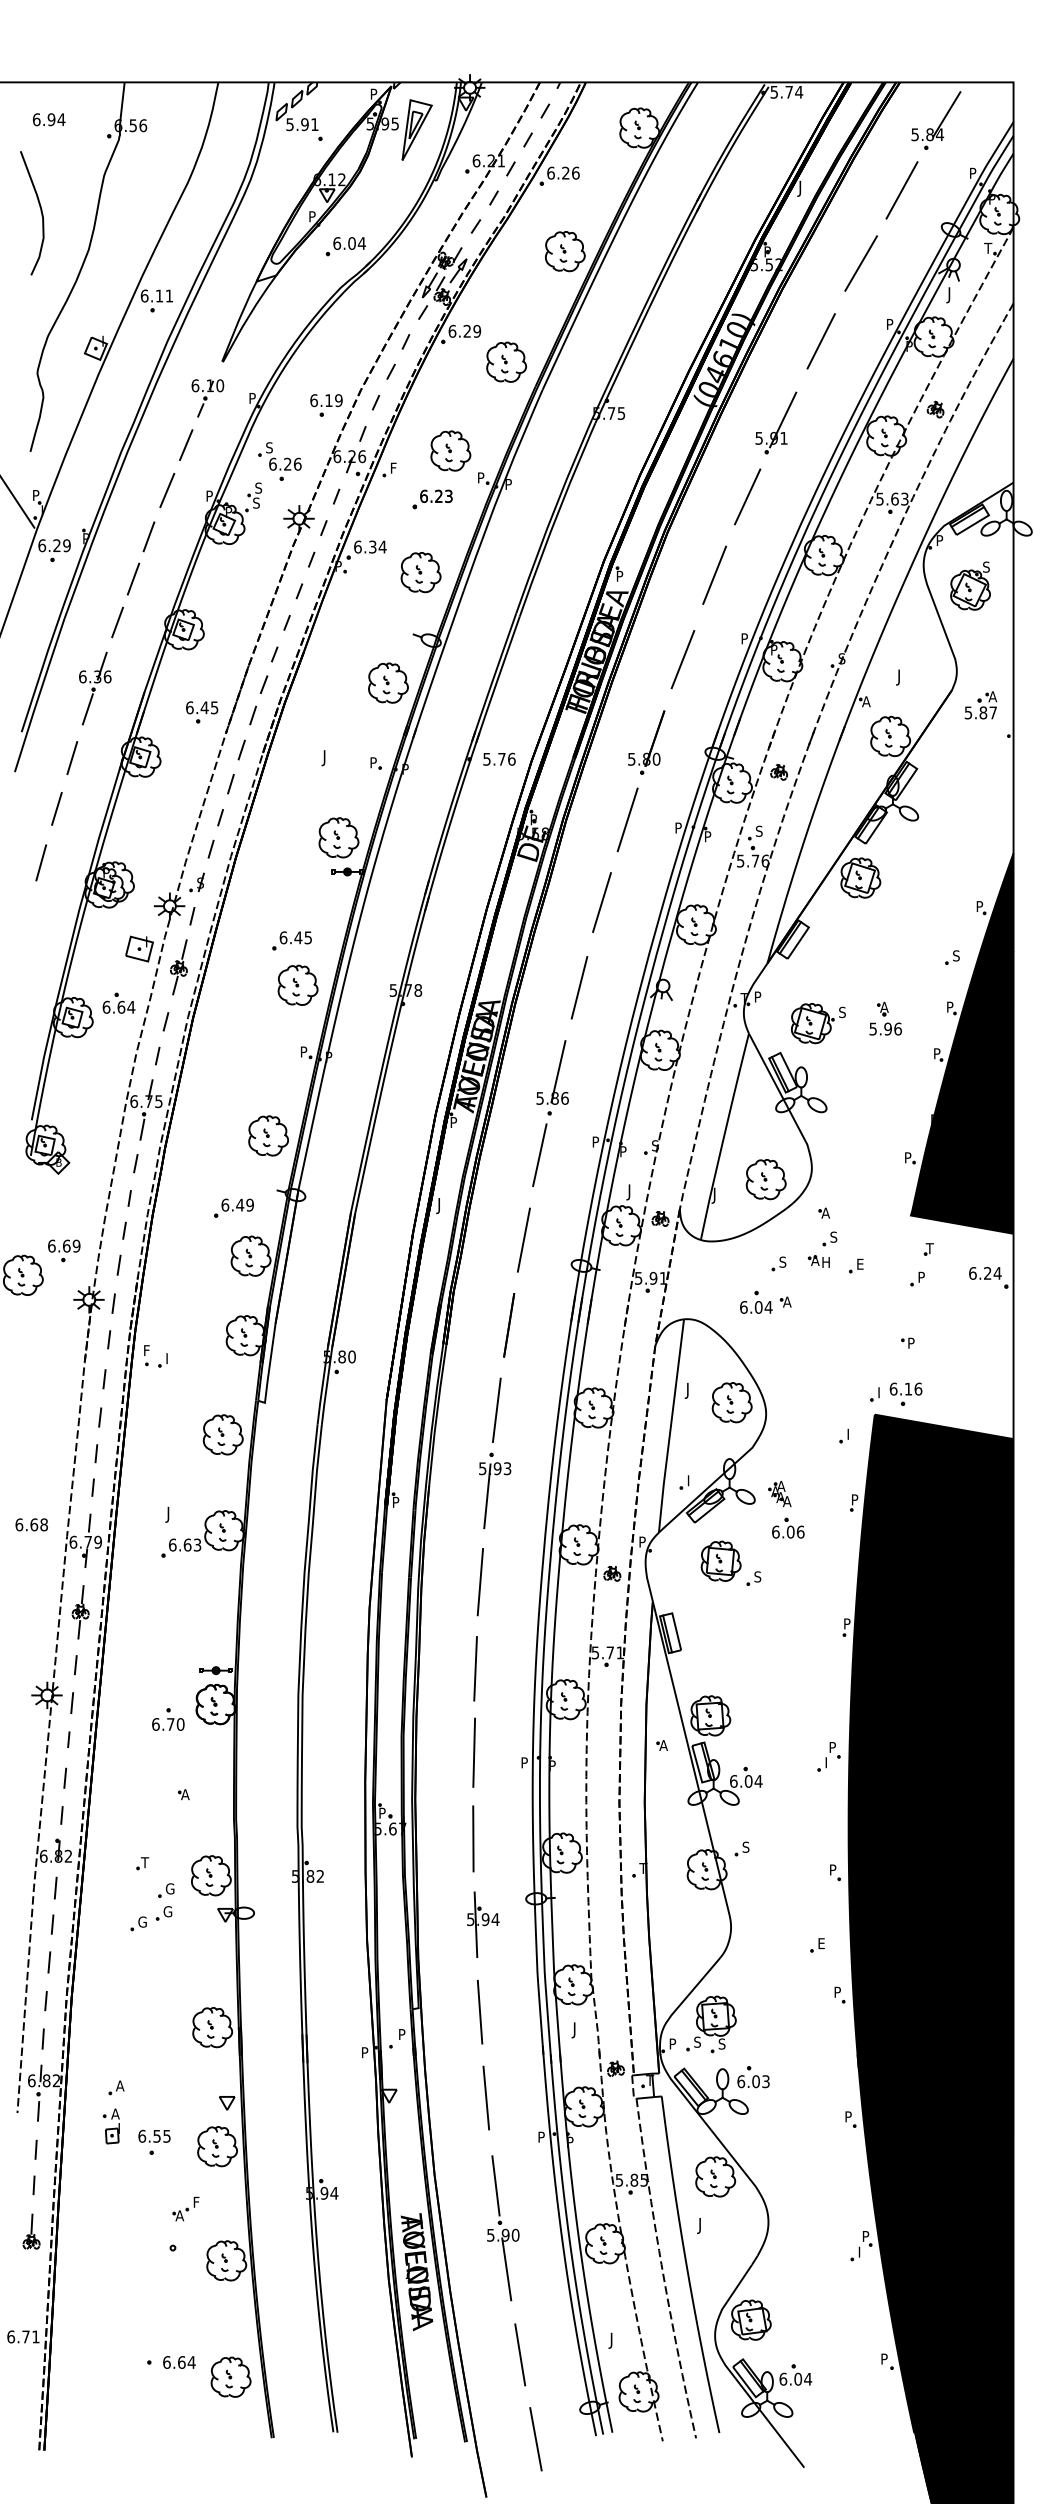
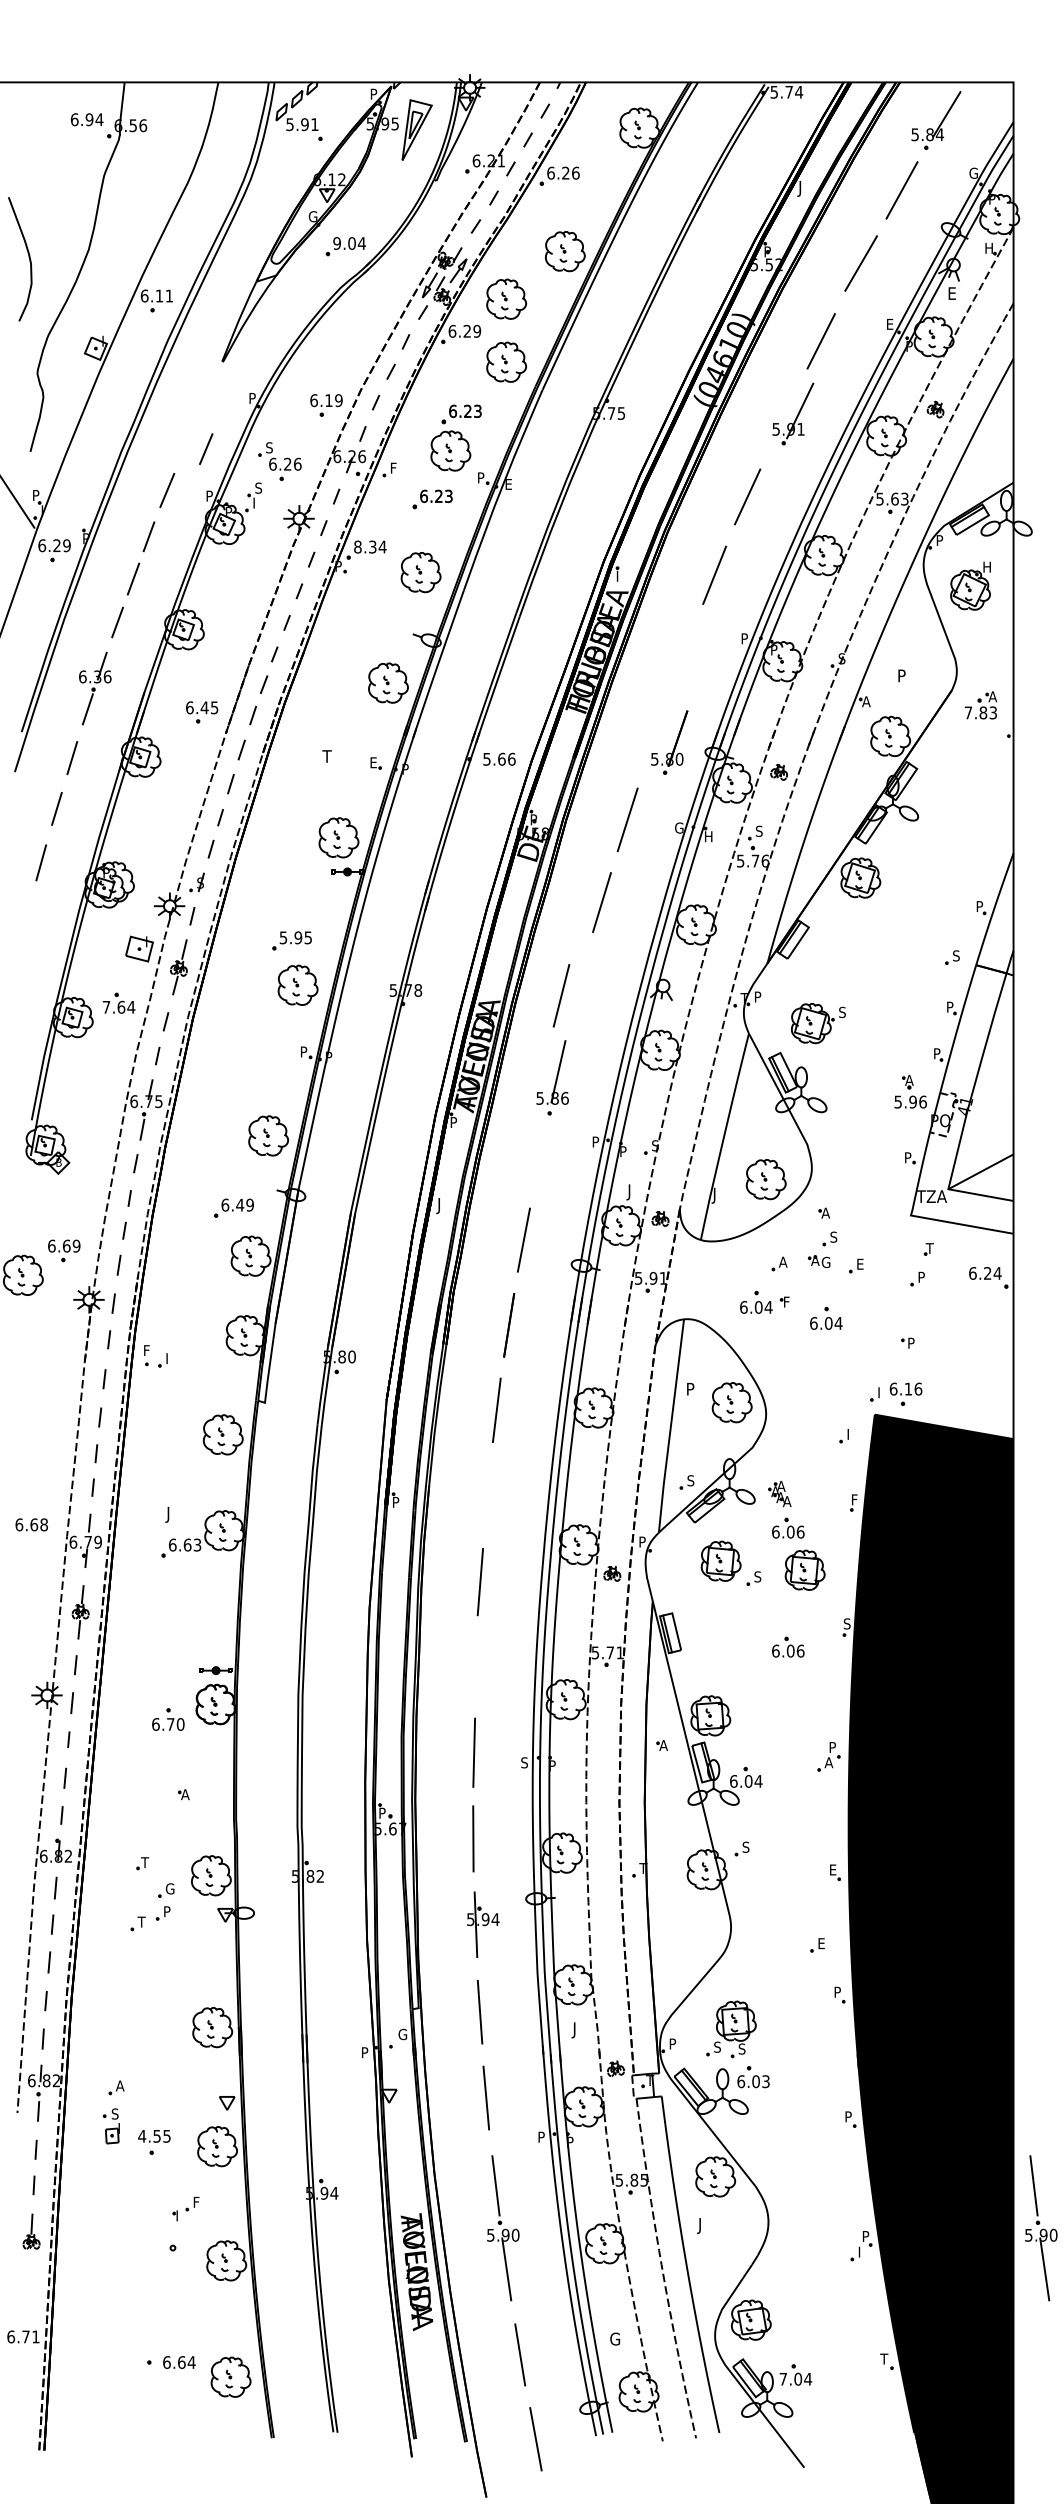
text at (49, 119) position: (49, 119) -> (87, 119)
text at (973, 172): P -> G
curve at (40, 211) position: (40, 211) -> (28, 257)
text at (312, 216): P -> G
text at (337, 243): 6.04 -> 9.04
text at (988, 247): T -> H
text at (950, 295): J -> E
part at (506, 298): none -> present
text at (890, 324): P -> E
part at (207, 398): present -> none
part at (461, 414): none -> present
part at (776, 422) position: (776, 422) -> (793, 413)
line at (186, 444) position: (186, 444) -> (206, 448)
text at (509, 484): P -> E
text at (256, 502): S -> I
text at (357, 546): 6.34 -> 8.34
text at (986, 566): S -> H
text at (620, 573): P -> I
line at (682, 659): present -> none
text at (900, 677): J -> P
text at (980, 712): 5.87 -> 7.83
part at (646, 742) position: (646, 742) -> (669, 742)
text at (326, 758): J -> T
text at (501, 758): 5.76 -> 5.66
text at (373, 762): P -> E
text at (679, 827): P -> G
text at (709, 836): P -> H
text at (290, 937): 6.45 -> 5.95
line at (579, 987) position: (579, 987) -> (561, 995)
text at (106, 1006): 6.64 -> 7.64
part at (885, 1018) position: (885, 1018) -> (910, 1091)
fill at (961, 1043): present -> none
line at (539, 1154): present -> none
text at (782, 1261): S -> A
text at (825, 1262): H -> G
text at (787, 1301): A -> F
part at (826, 1317): none -> present
text at (689, 1390): J -> P
text at (690, 1480): I -> S
part at (489, 1488): present -> none
text at (855, 1497): P -> F
part at (804, 1569): none -> present
text at (846, 1623): P -> S
part at (788, 1646): none -> present
line at (475, 1668): present -> none
text at (524, 1762): P -> S
text at (828, 1762): I -> A
text at (833, 1869): P -> E
text at (167, 1911): G -> P
text at (141, 1921): G -> T
part at (711, 2024) position: (711, 2024) -> (731, 2029)
text at (402, 2034): P -> G
text at (115, 2113): A -> S
text at (142, 2135): 6.55 -> 4.55
text at (179, 2215): A -> I
part at (1041, 2228): none -> present
text at (614, 2340): J -> G
text at (884, 2358): P -> T
text at (783, 2378): 6.04 -> 7.04
